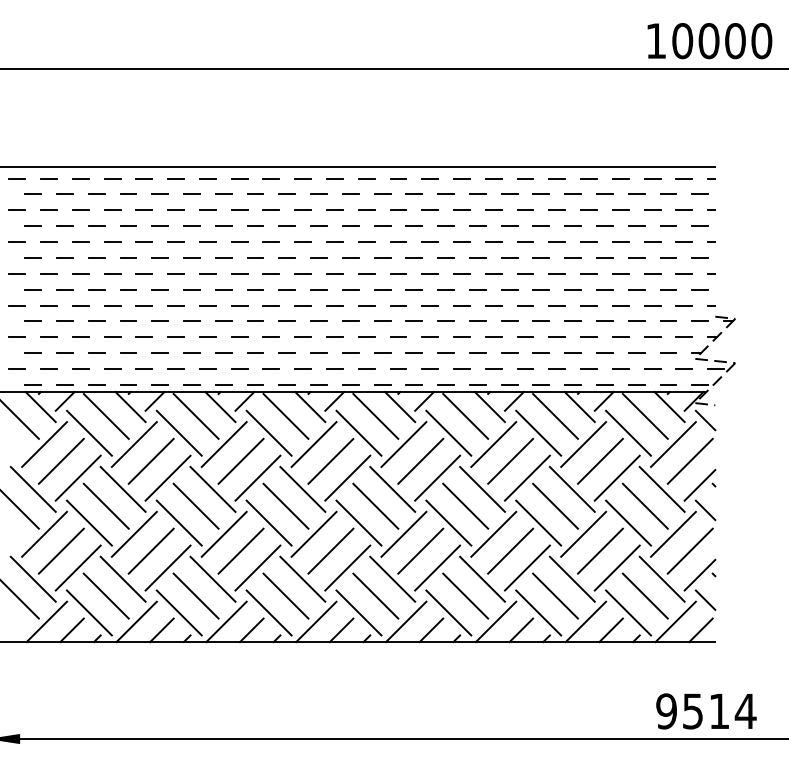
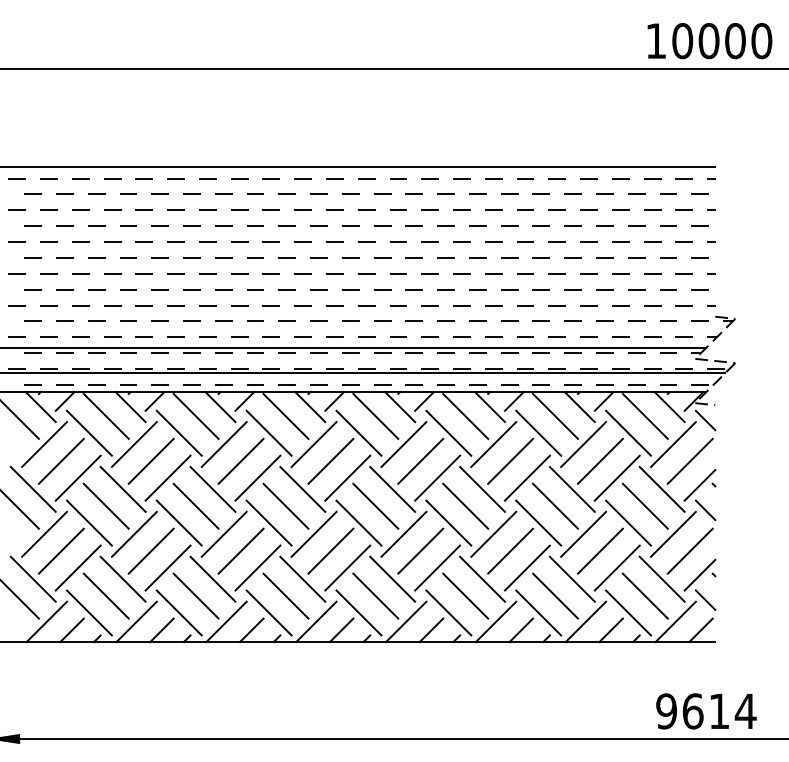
line at (353, 348): none -> present
line at (363, 373): none -> present
text at (692, 711): 9514 -> 9614
